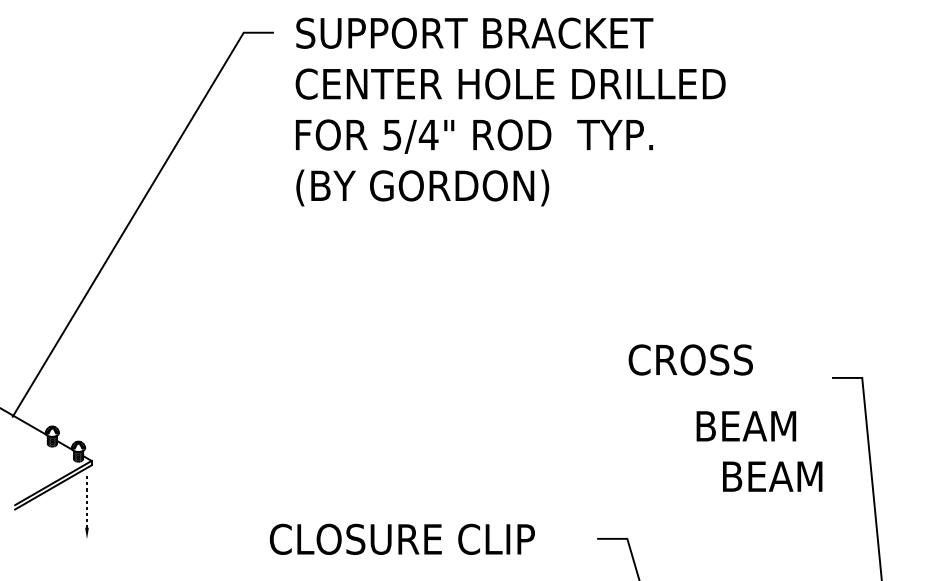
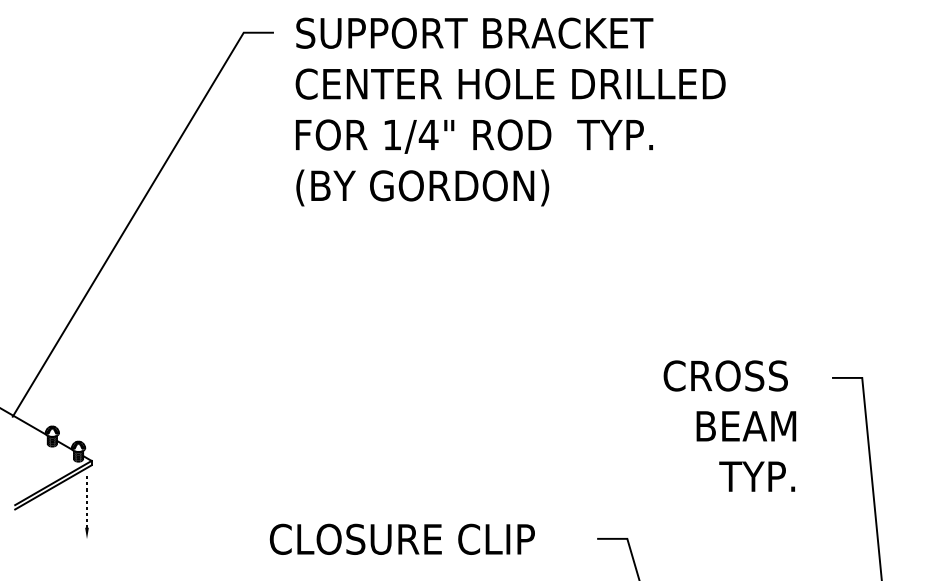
text at (392, 135): 5/4" -> 1/4"
text at (690, 359) position: (690, 359) -> (725, 375)
text at (770, 476): BEAM -> TYP.
